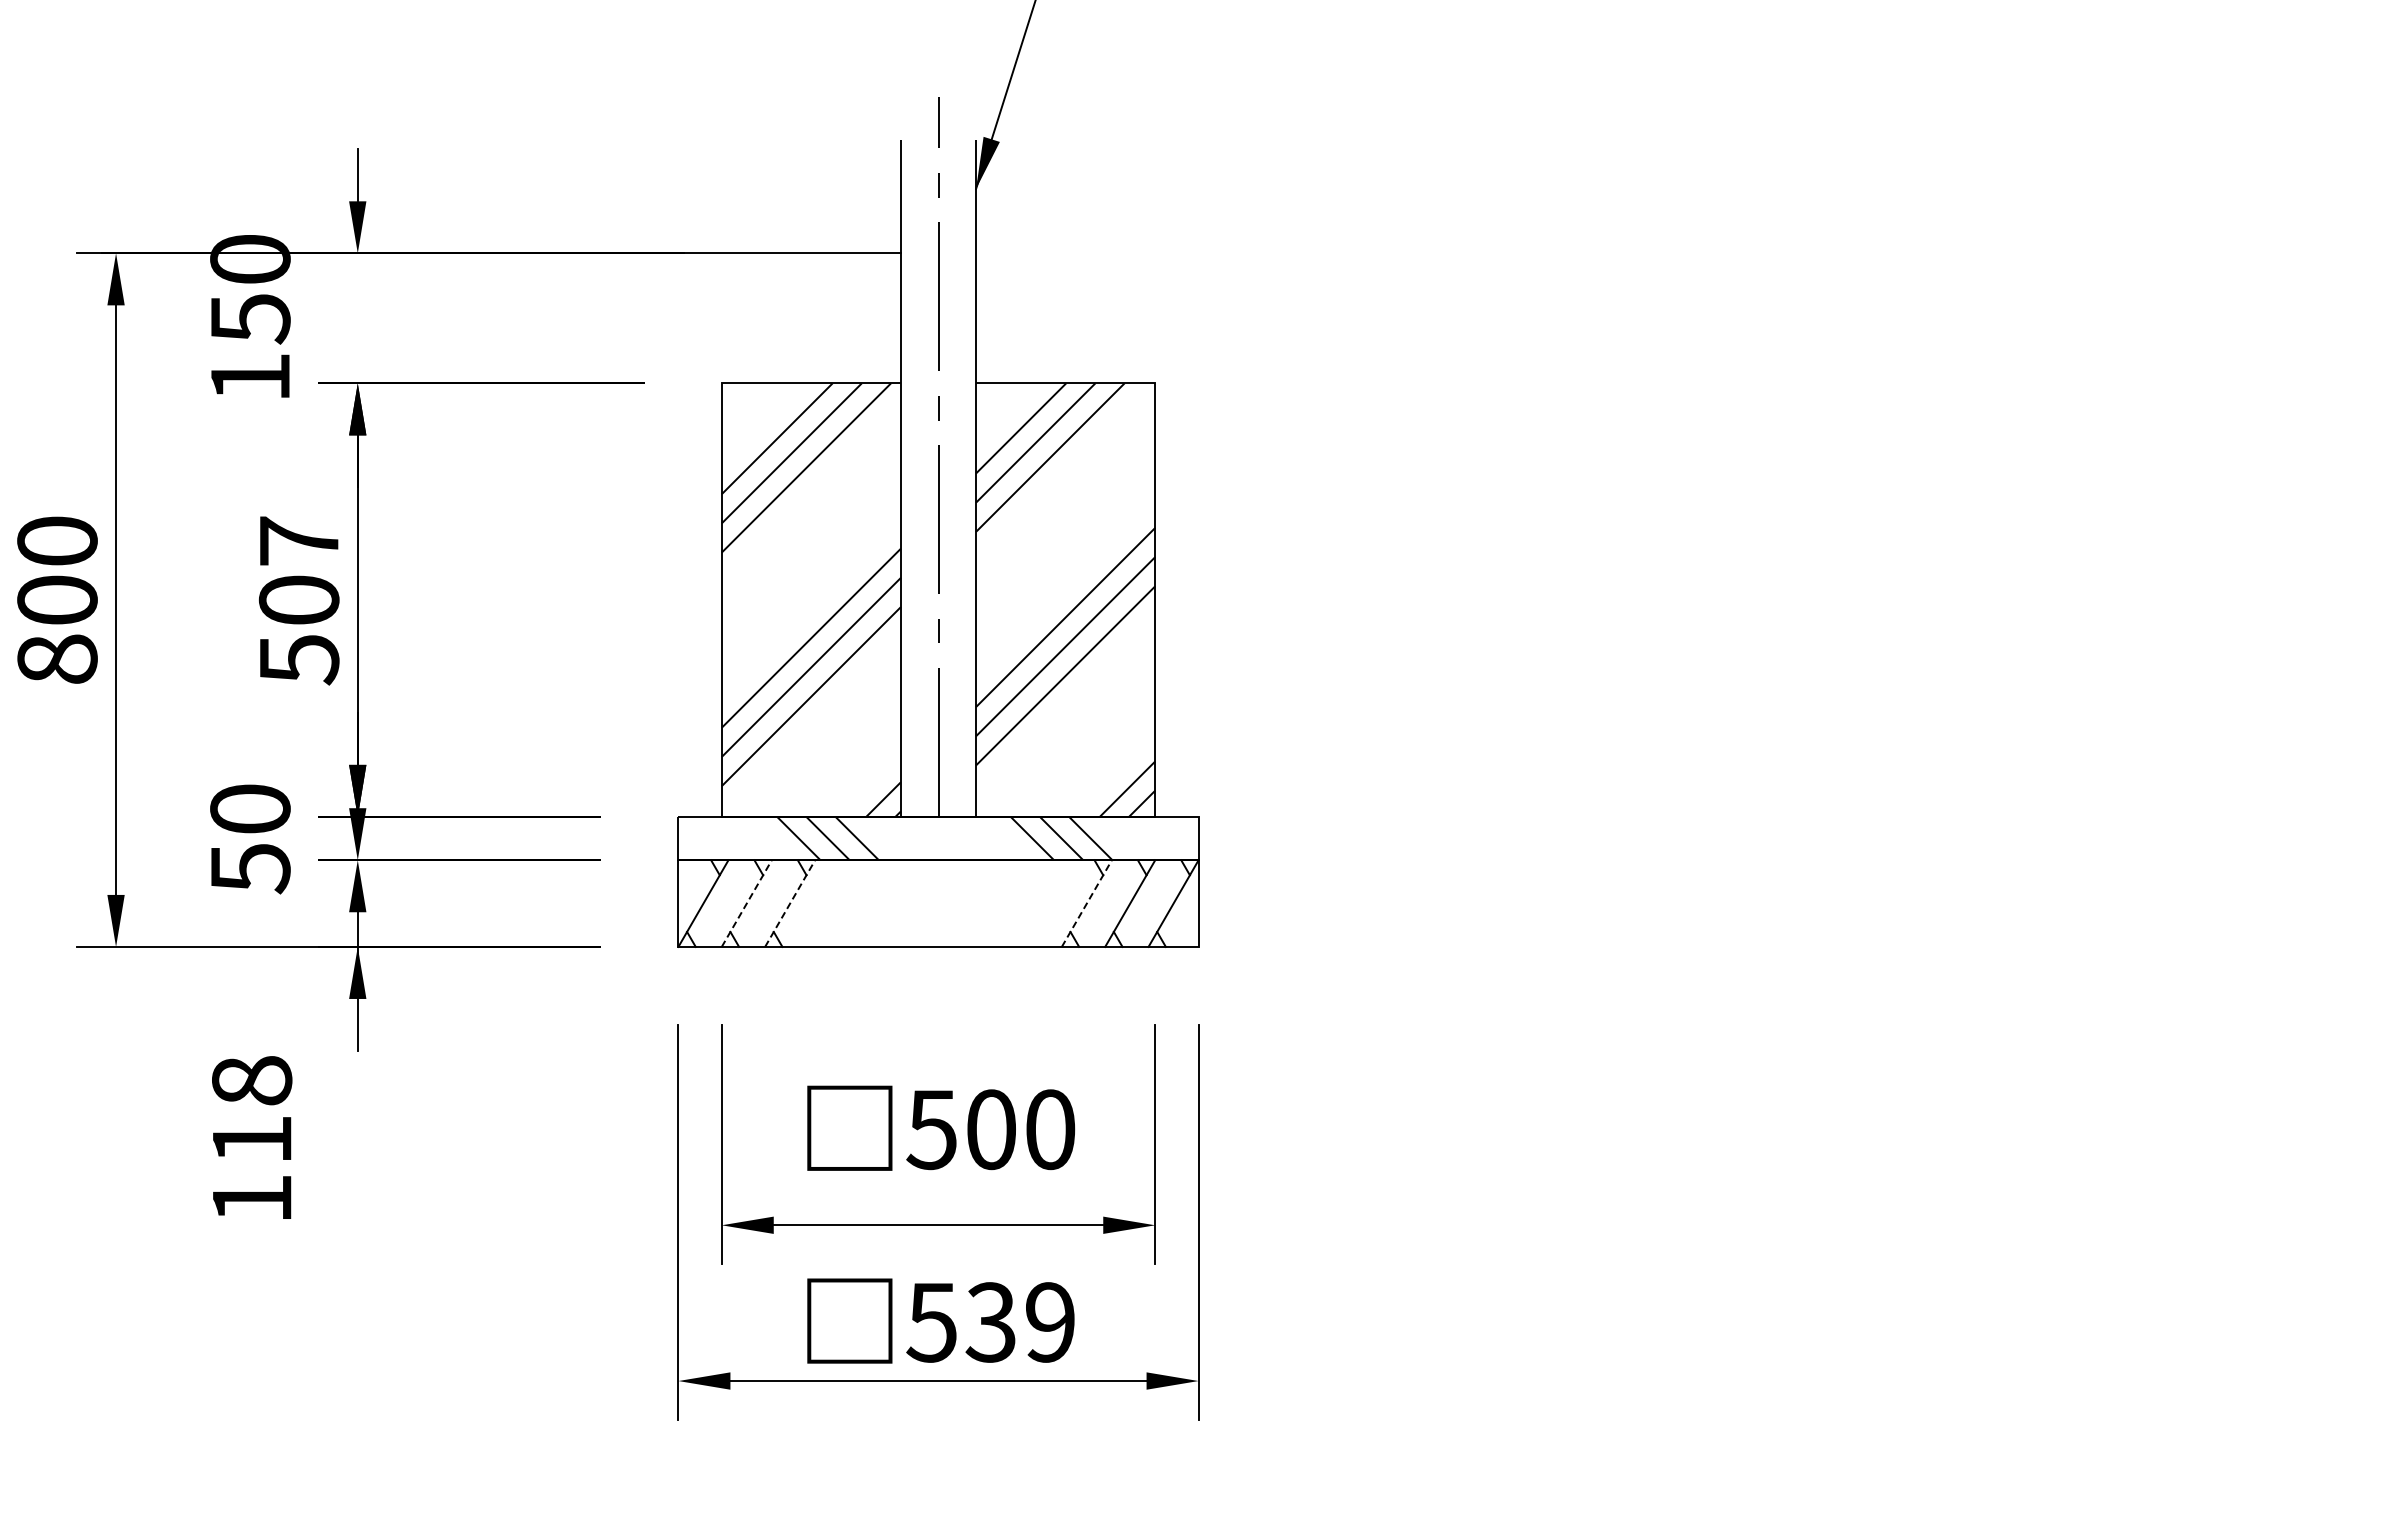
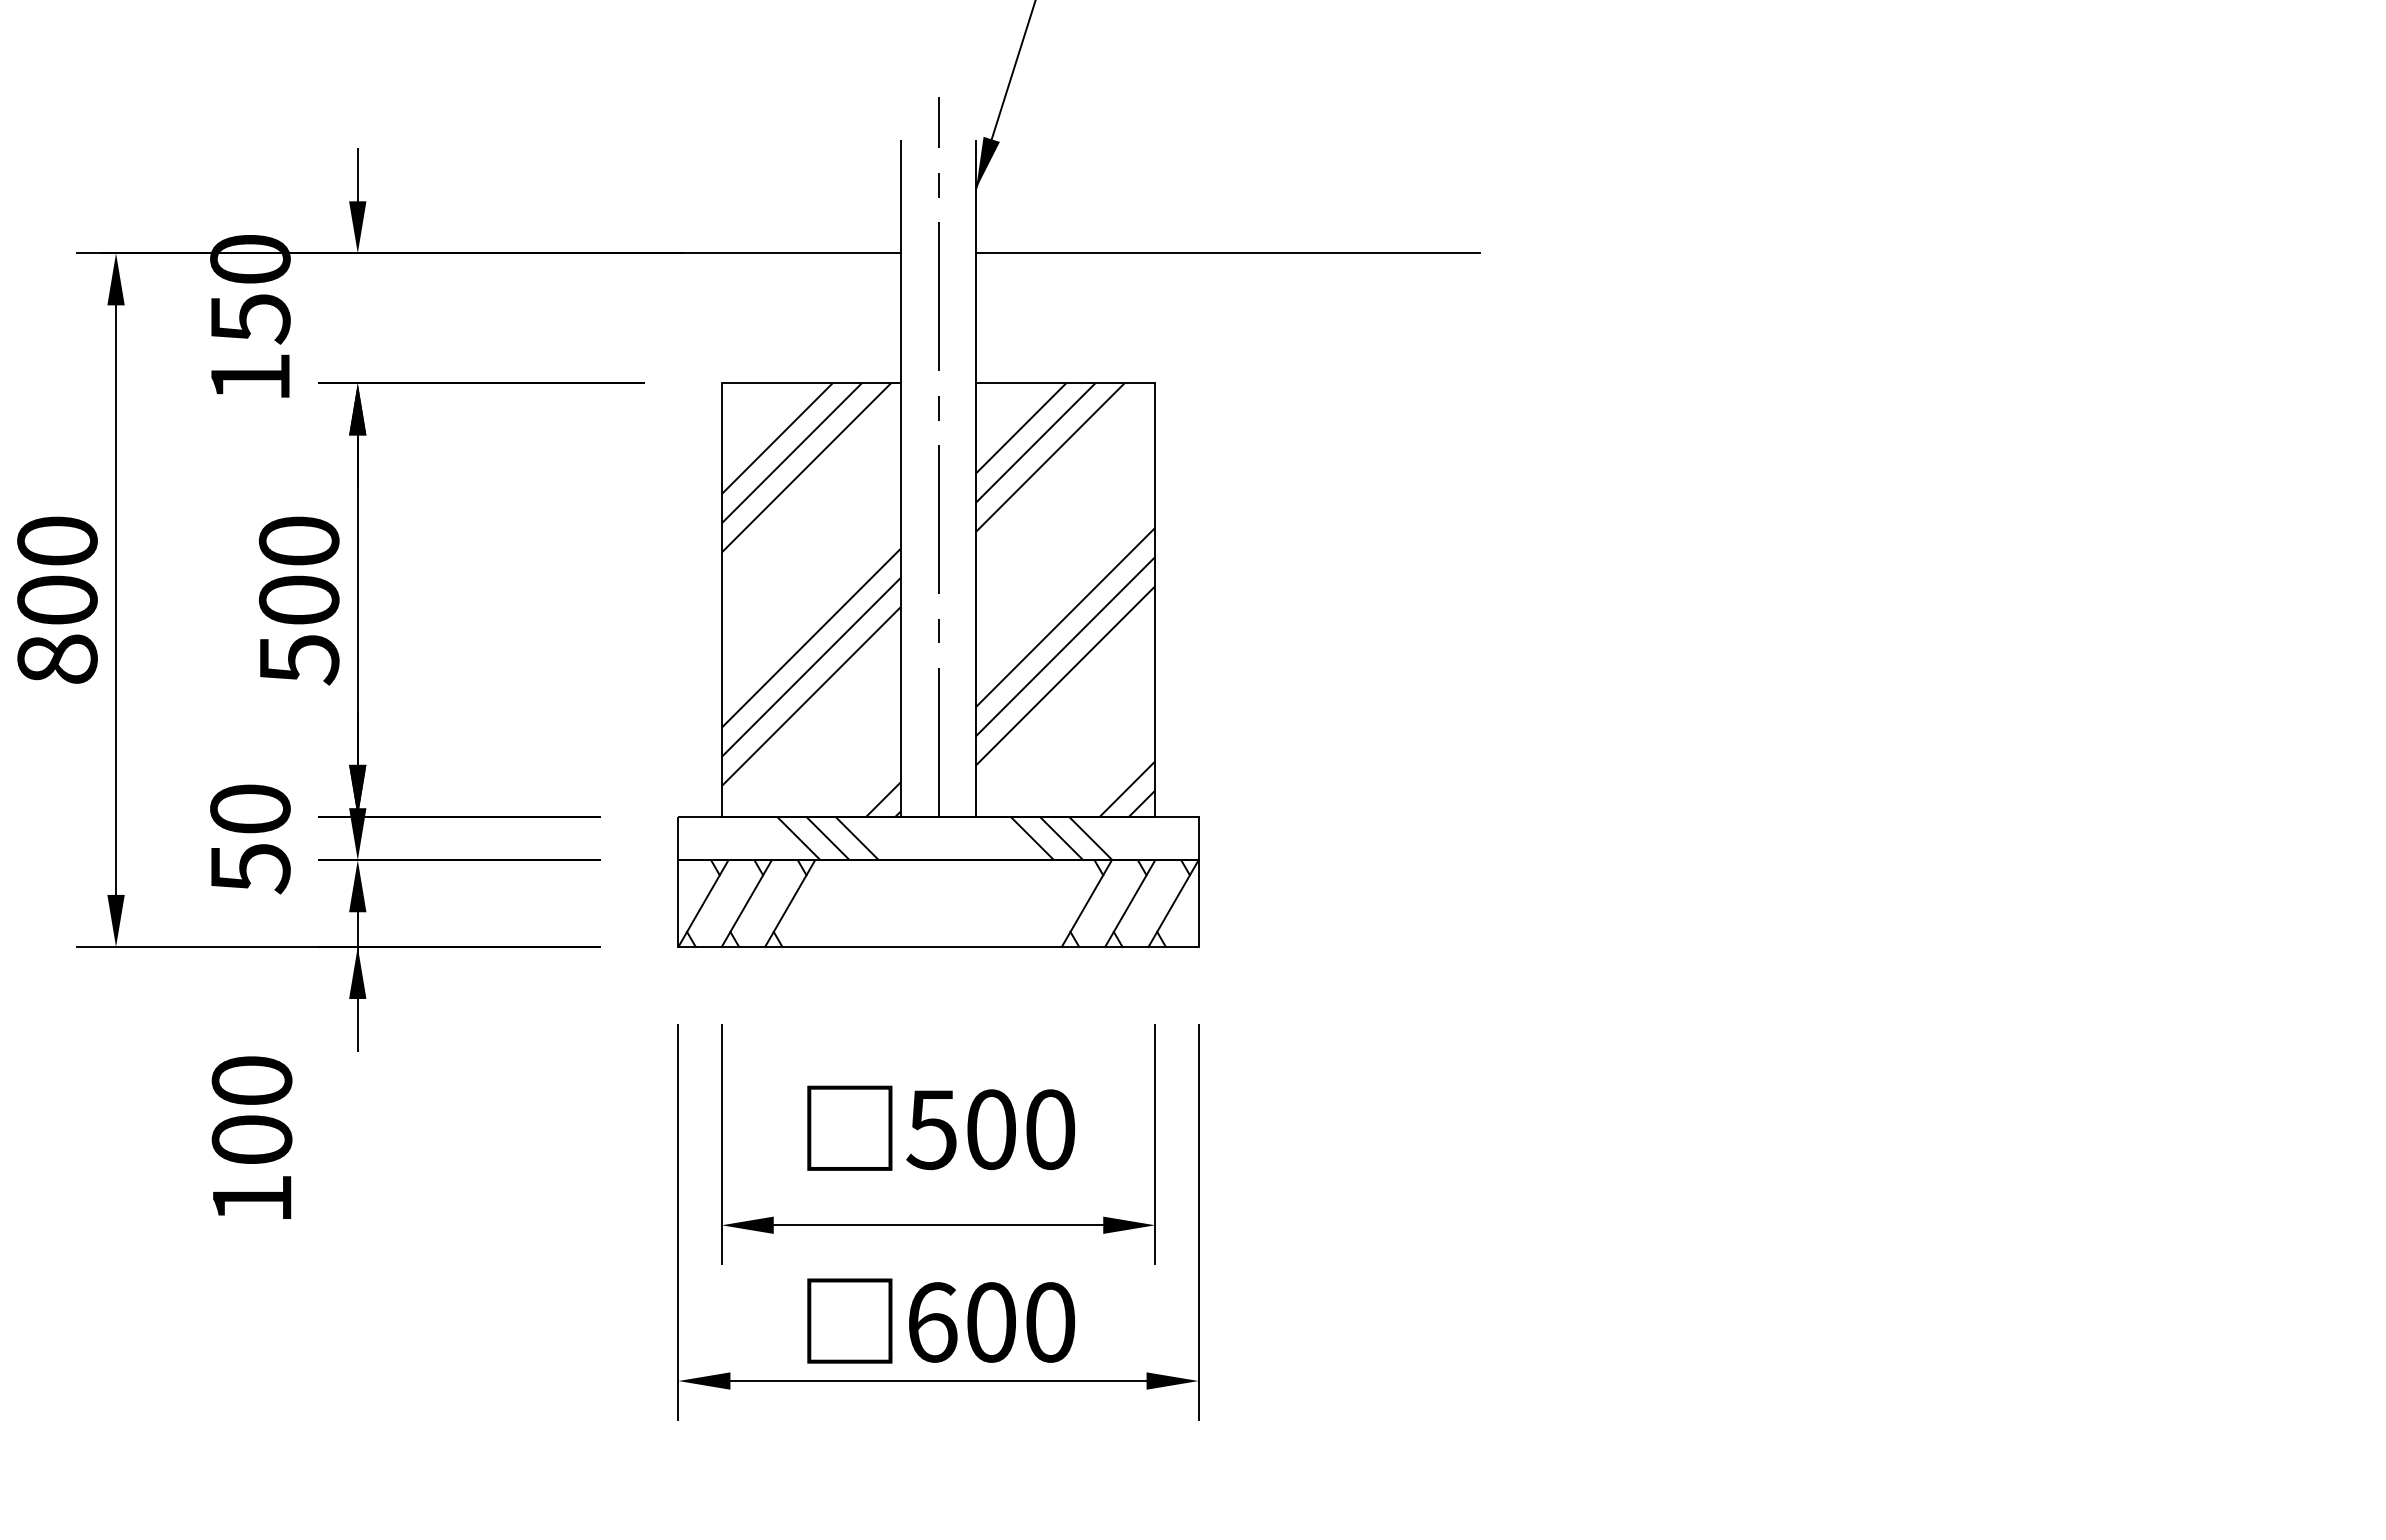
line at (1227, 253): none -> present
text at (298, 540): 507 -> 500
line at (747, 903): dashed -> solid
line at (790, 903): dashed -> solid
line at (1087, 903): dashed -> solid
text at (251, 1109): 118 -> 100
text at (990, 1322): 539 -> 600
